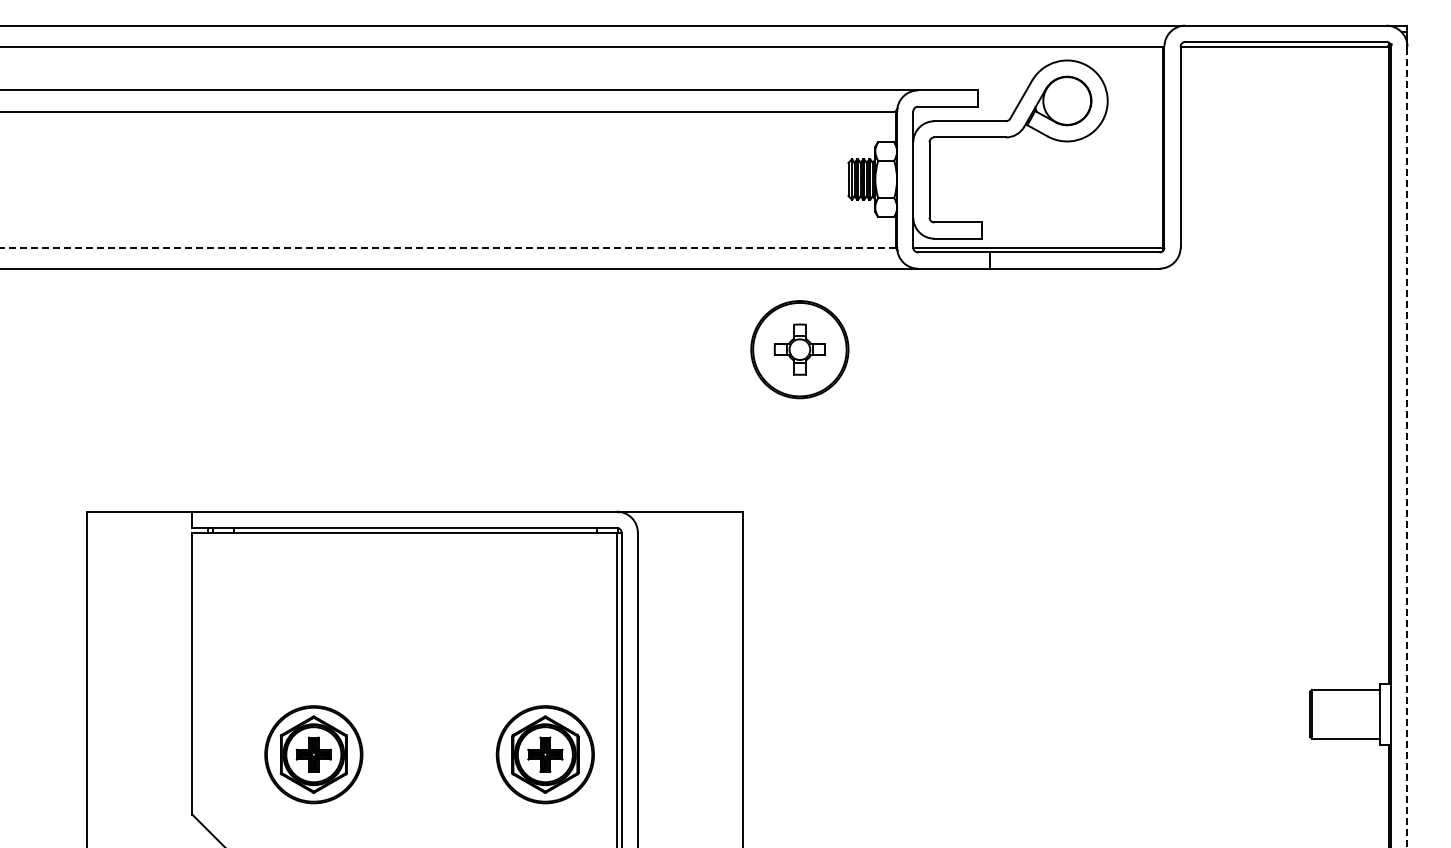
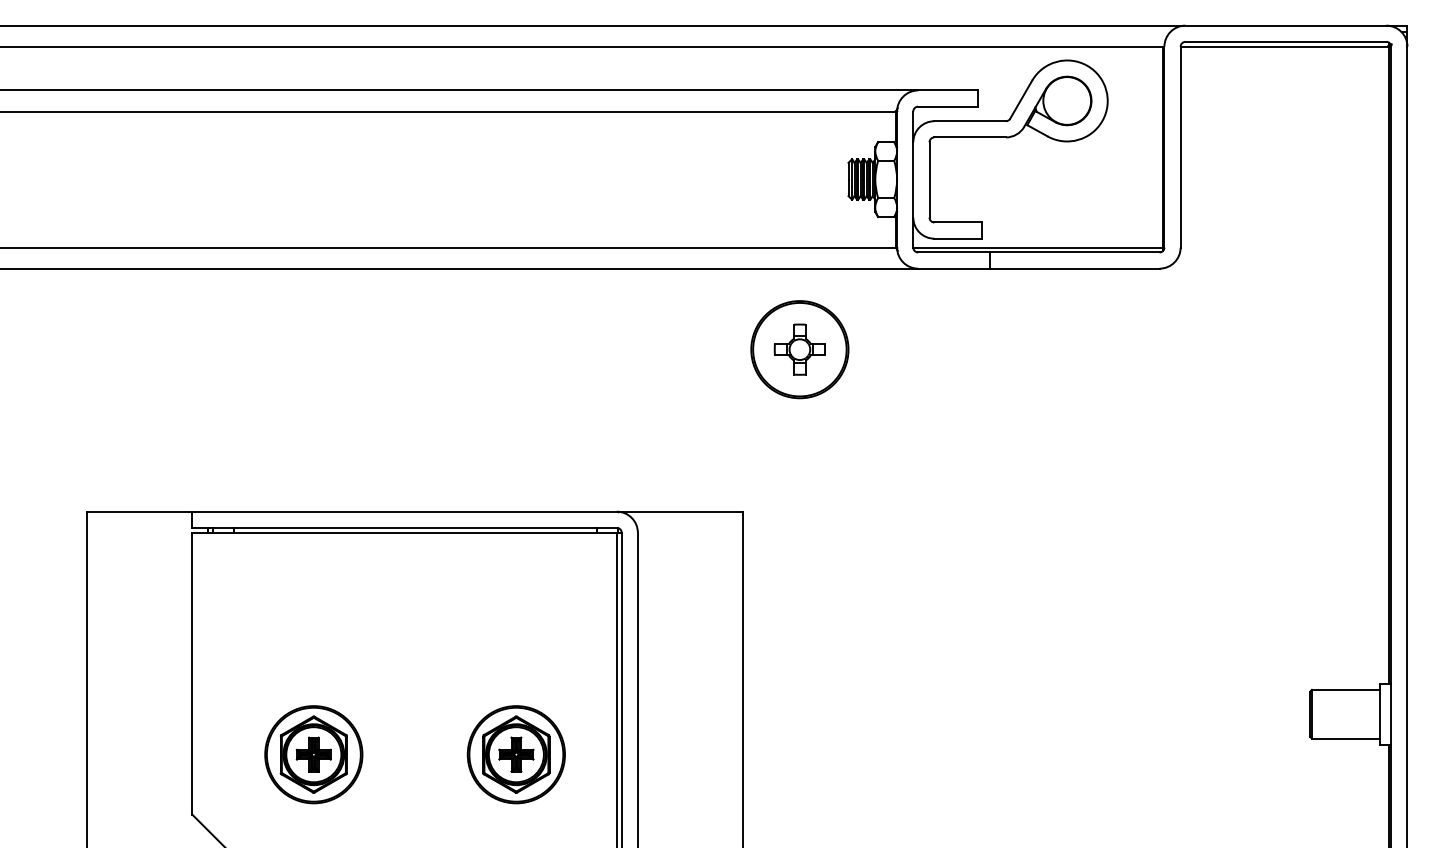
line at (447, 247): dashed -> solid
line at (1407, 446): dashed -> solid
part at (544, 754) position: (544, 754) -> (515, 754)
